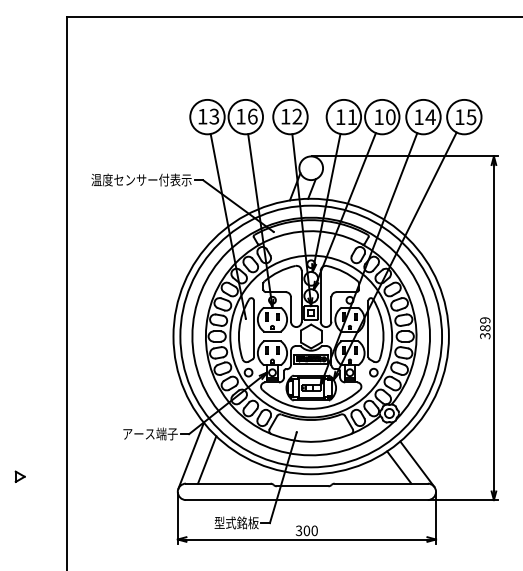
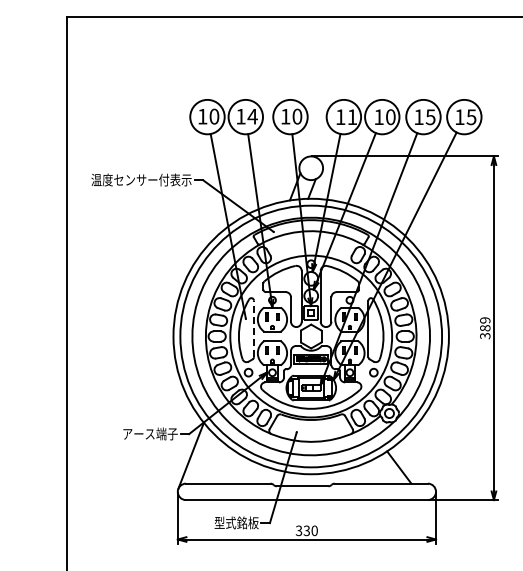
text at (214, 116): 13 -> 10
text at (252, 116): 16 -> 14
text at (297, 116): 12 -> 10
text at (430, 117): 14 -> 15
line at (253, 328): solid -> dashed
line at (207, 459): present -> none
line at (417, 463): present -> none
part at (19, 476): present -> none
text at (306, 530): 300 -> 330
